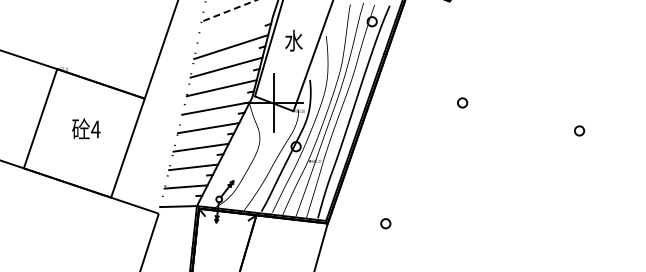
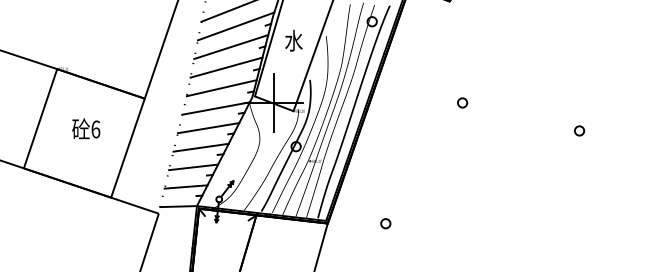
line at (228, 11): dashed -> solid
line at (235, 26): none -> present
text at (95, 129): 4 -> 6
